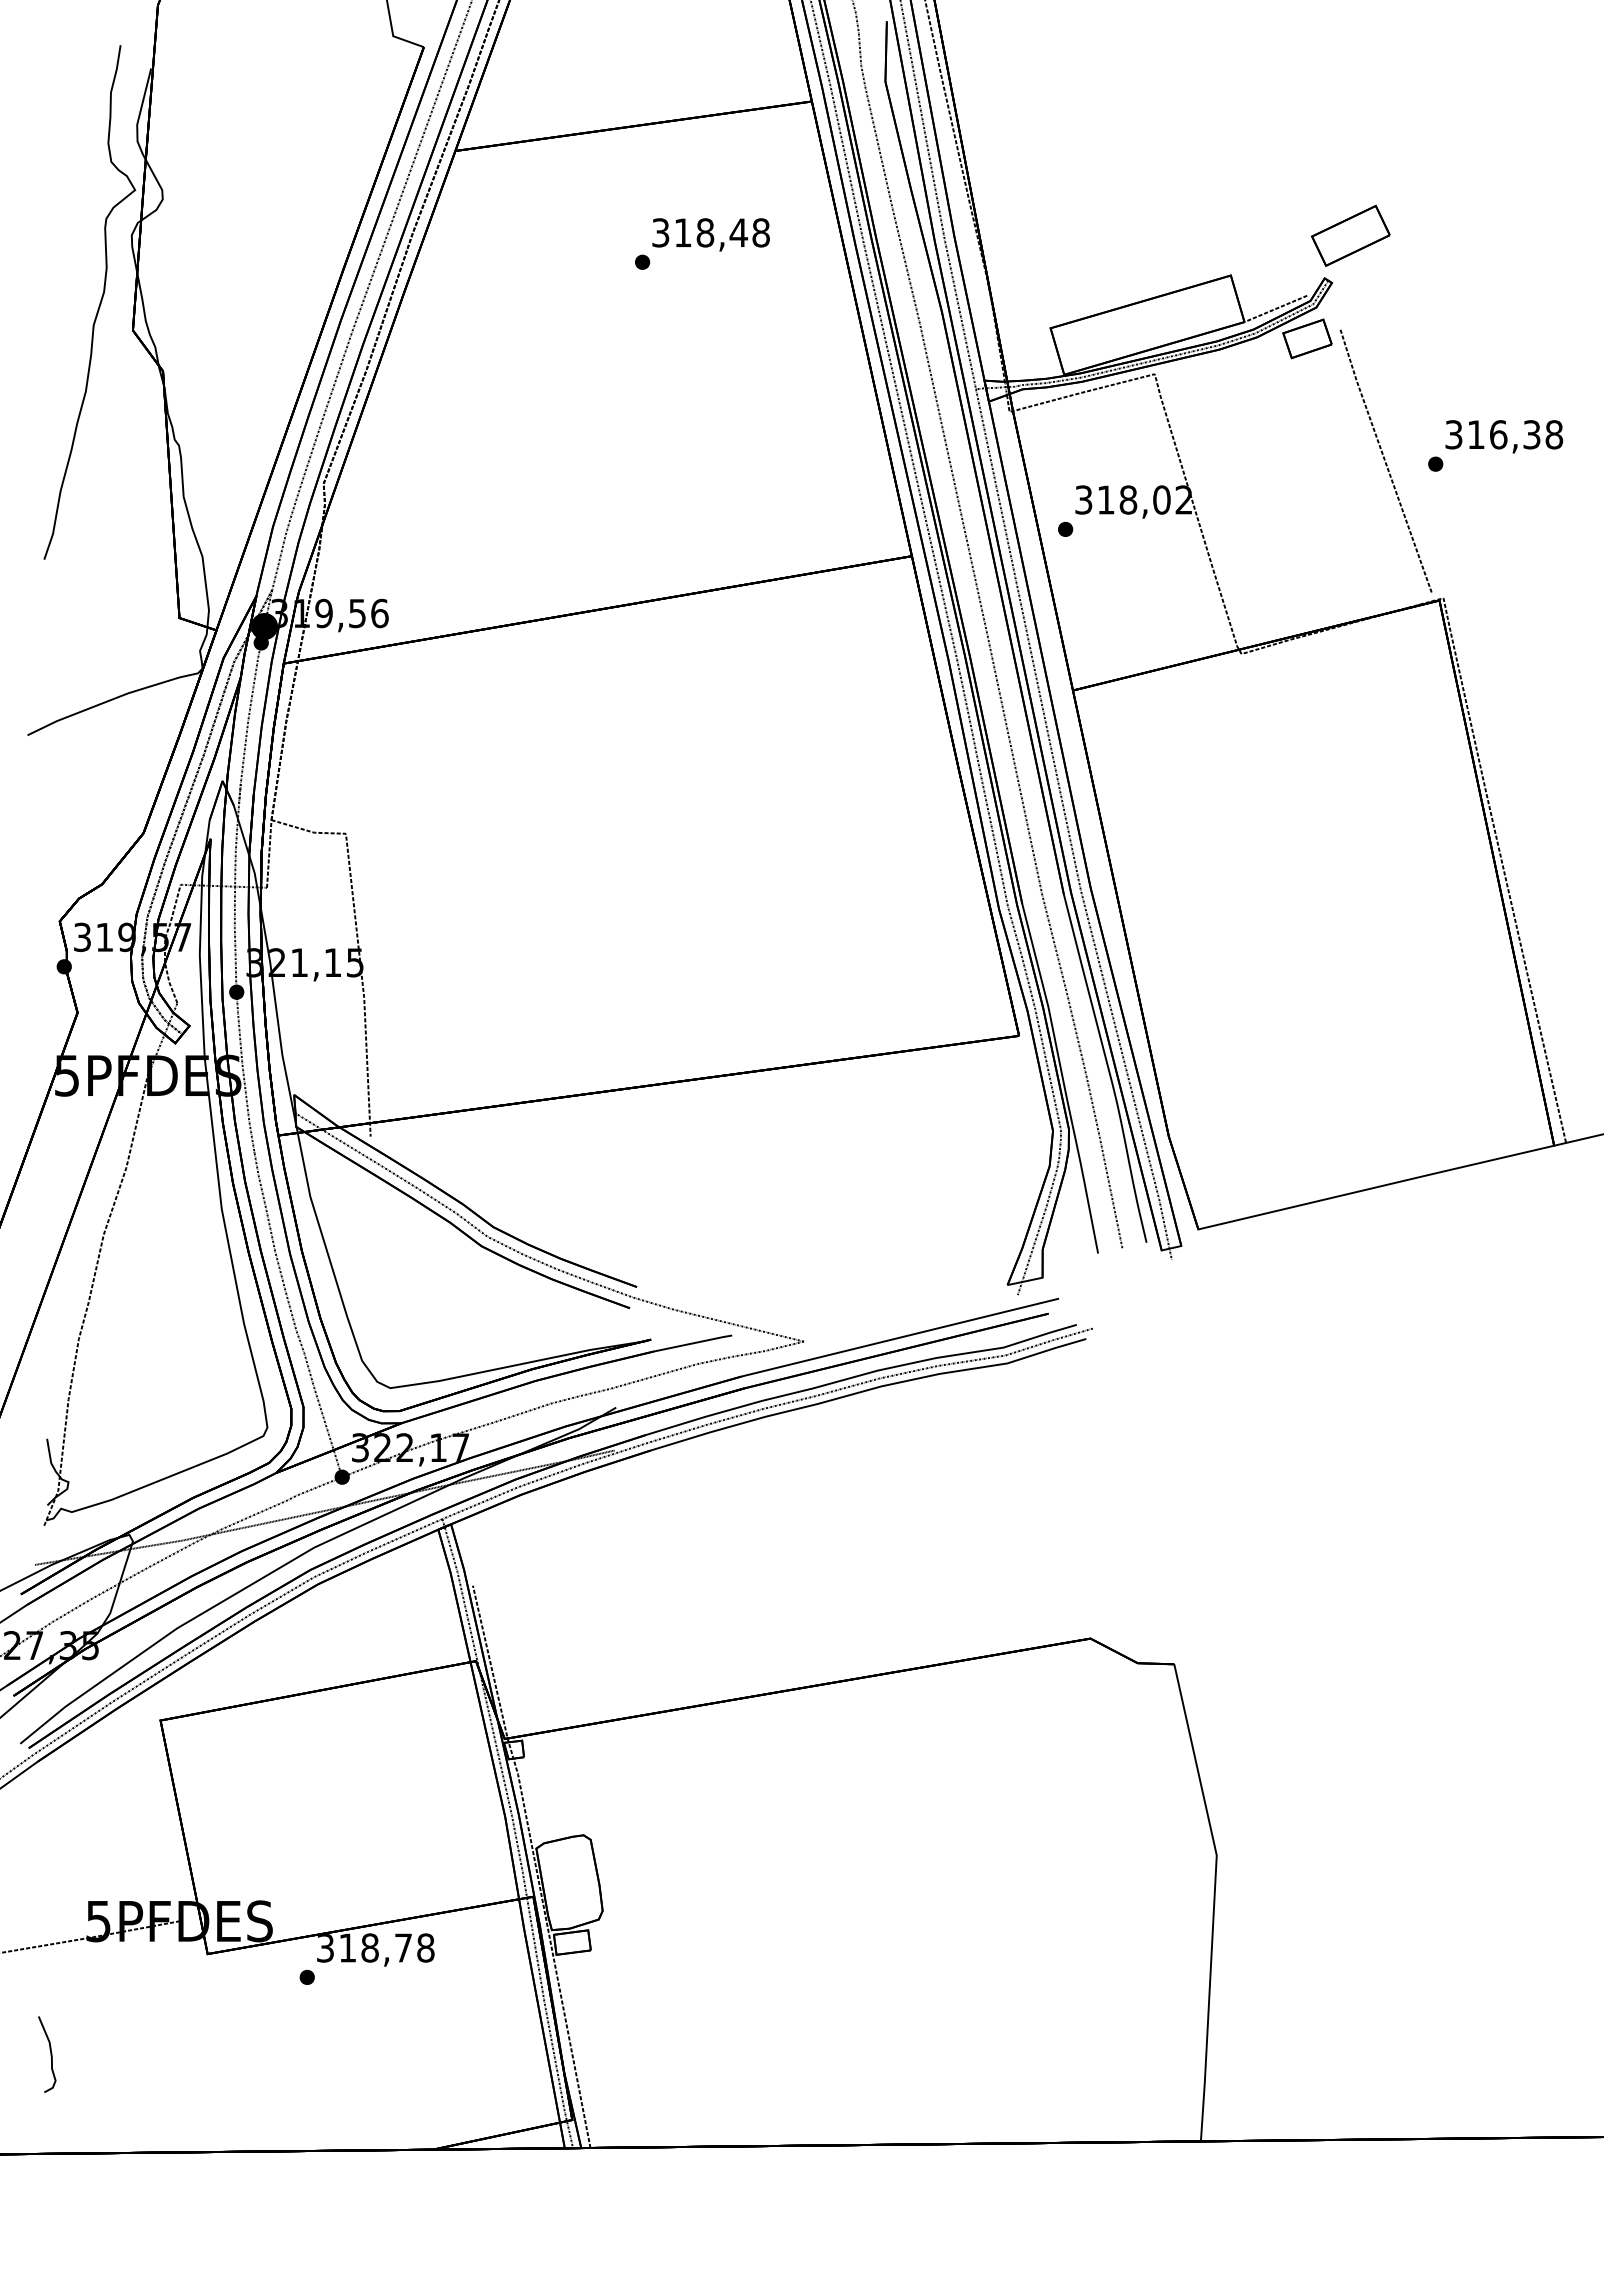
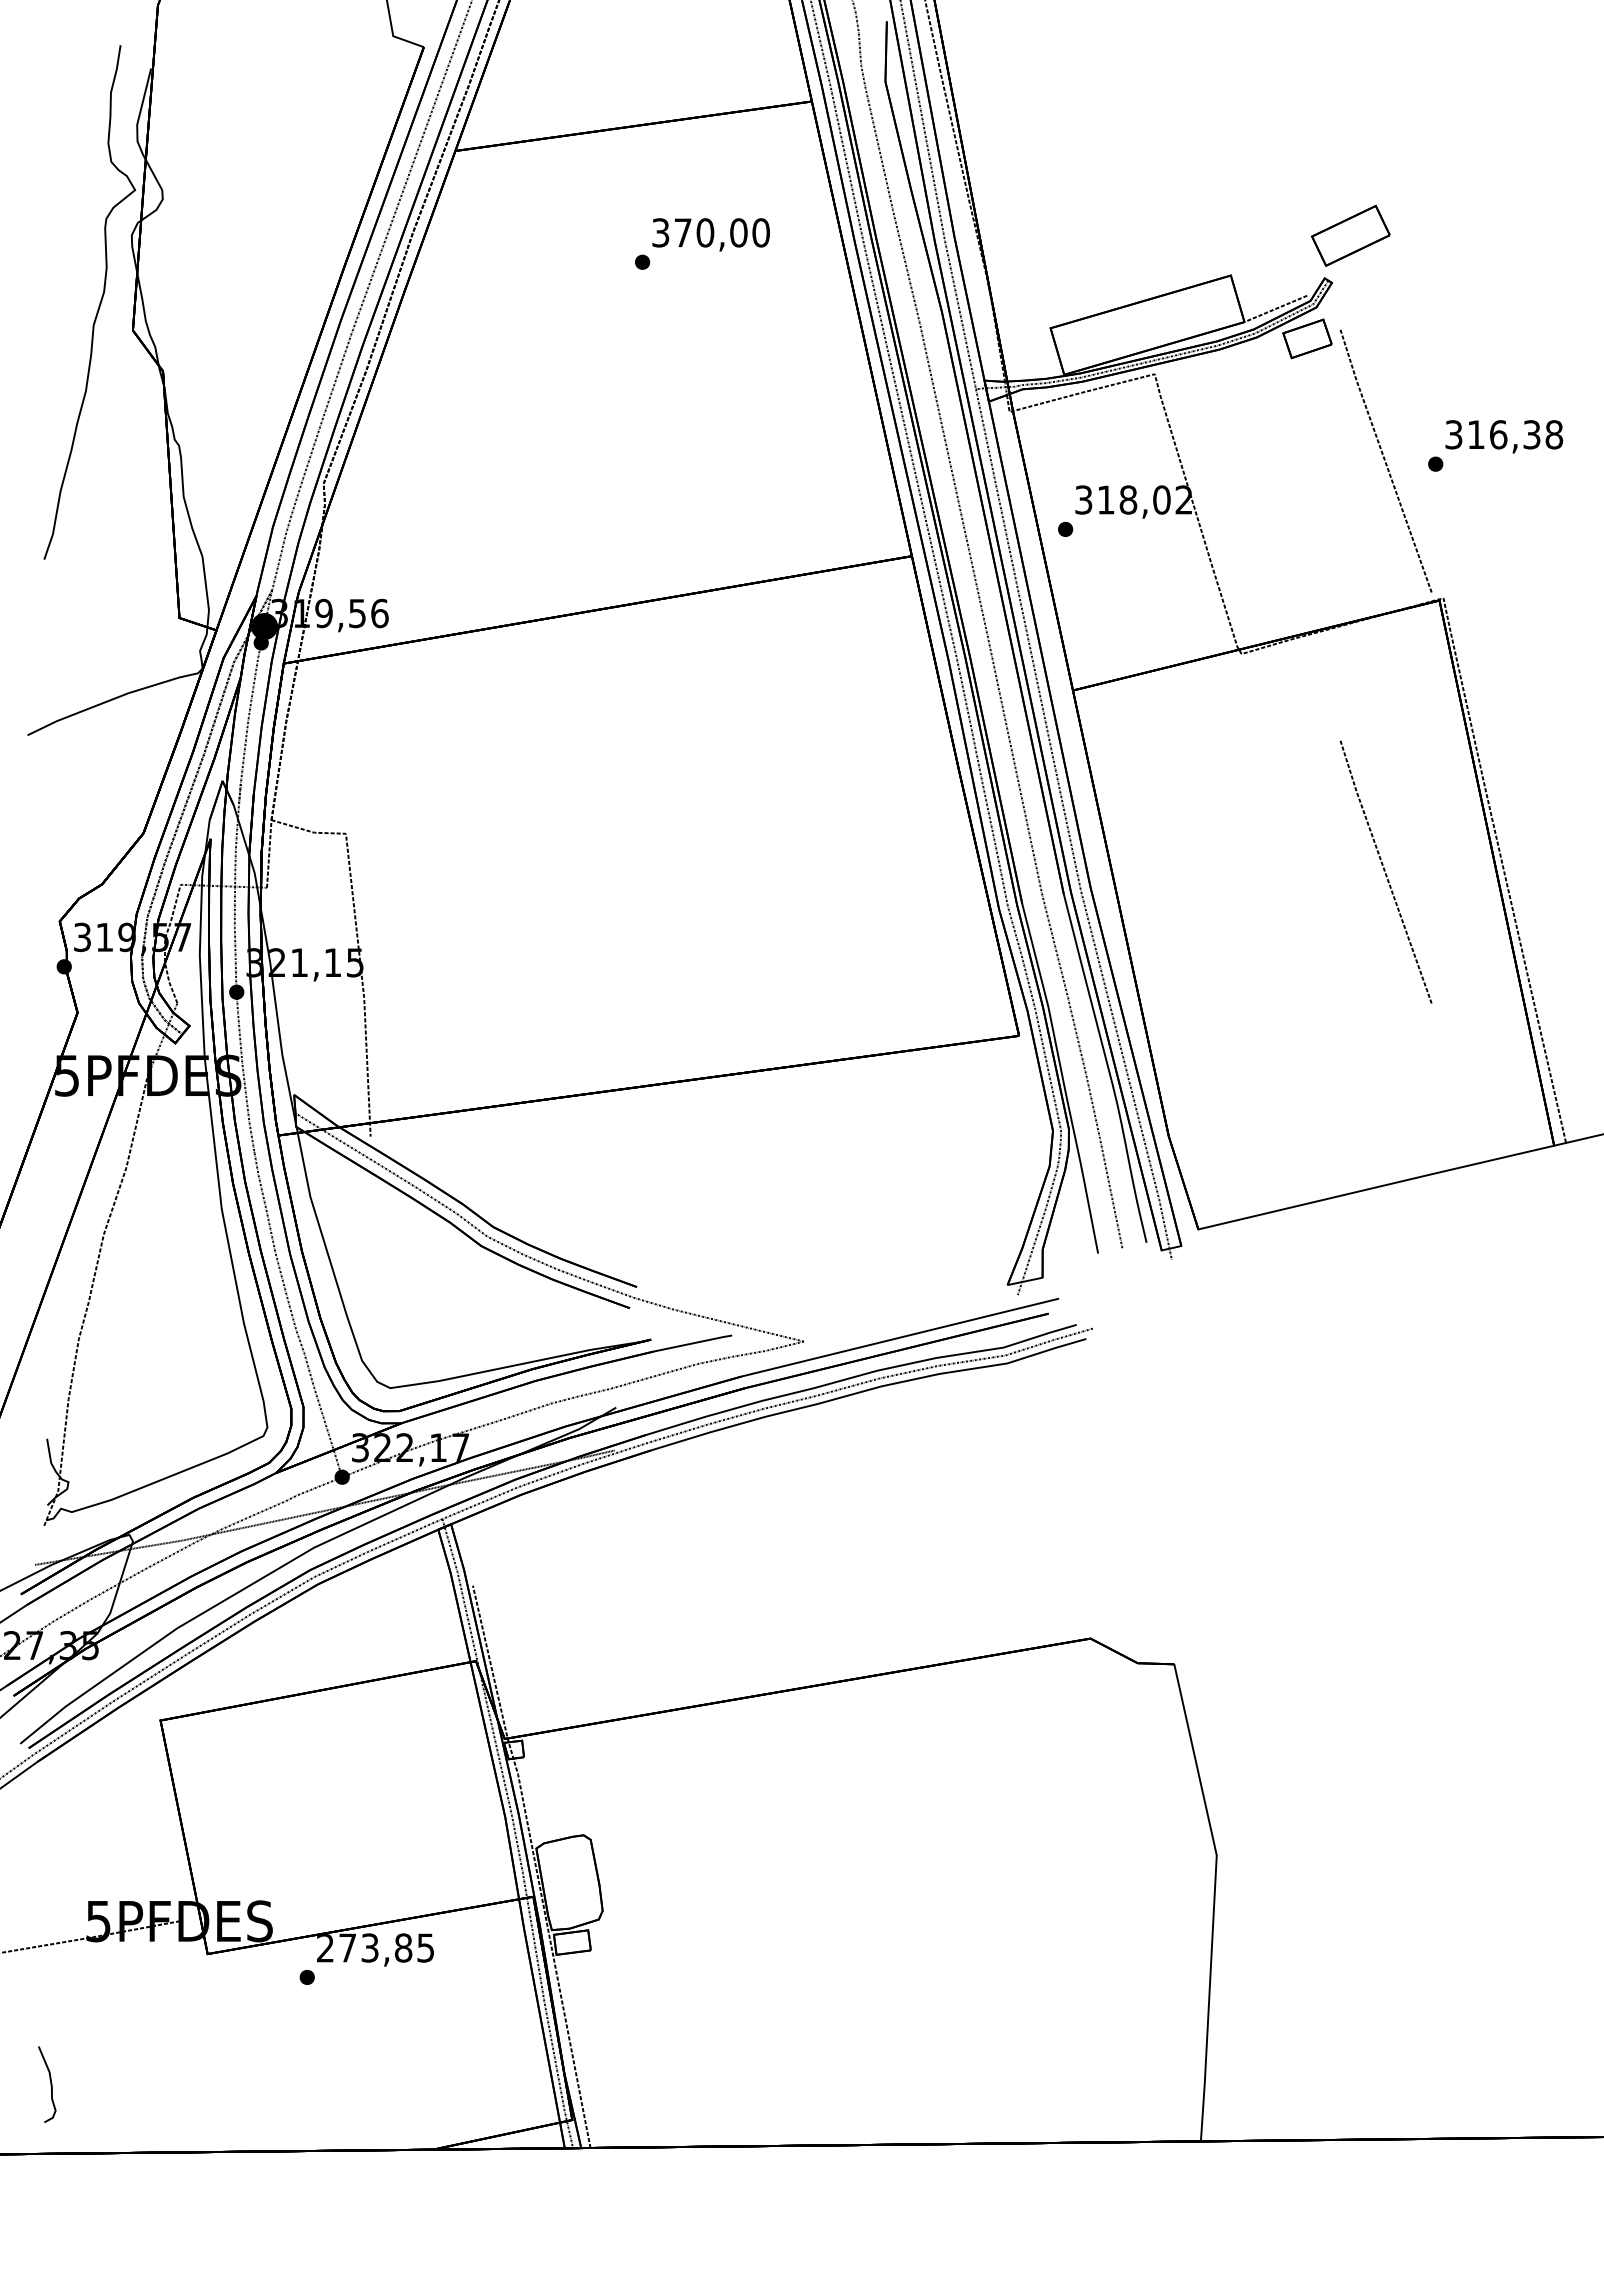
text at (722, 232): 318,48 -> 370,00
line at (1385, 871): none -> present
text at (375, 1947): 318,78 -> 273,85
curve at (50, 2054) position: (50, 2054) -> (50, 2084)
